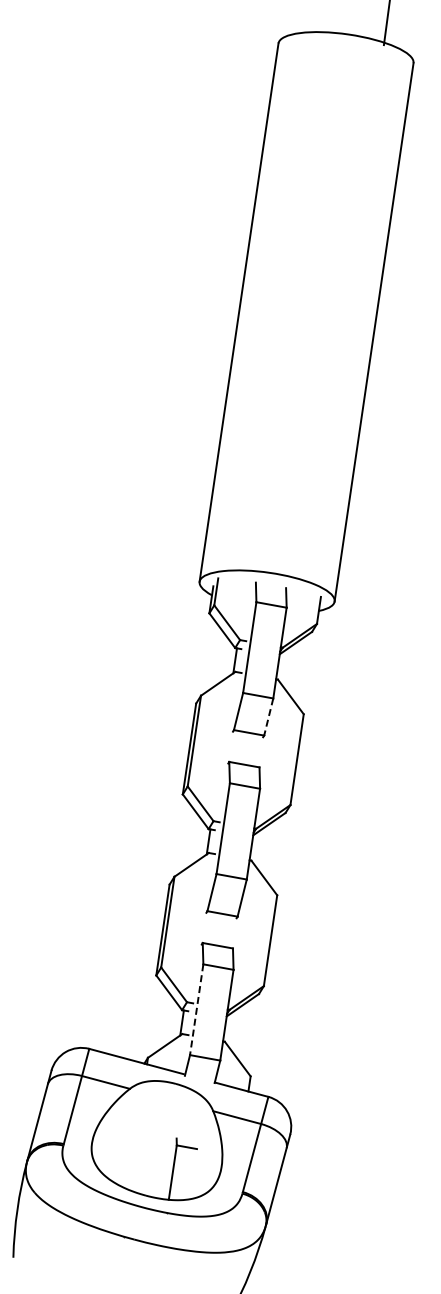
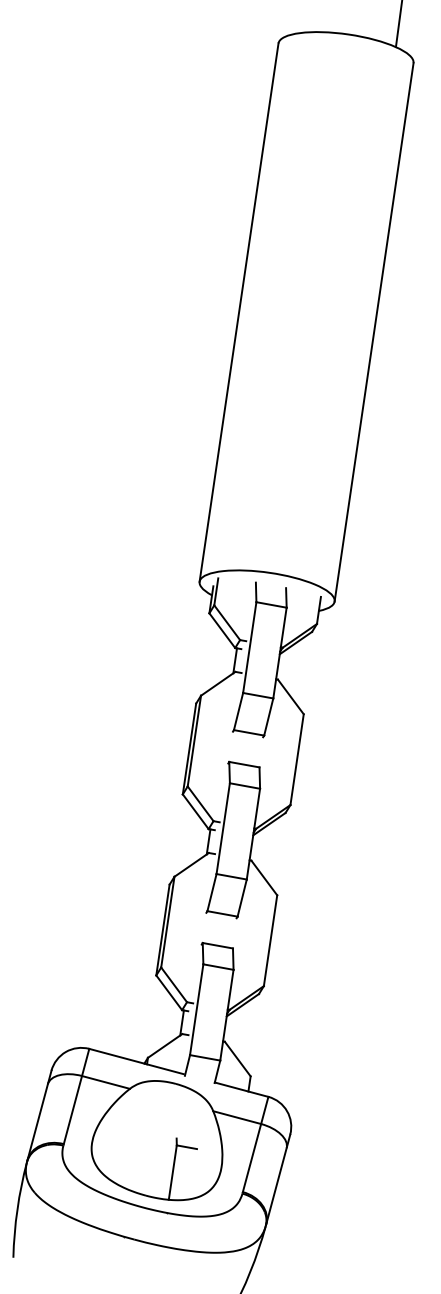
line at (386, 23) position: (386, 23) -> (398, 24)
line at (268, 717): dashed -> solid
line at (196, 1009): dashed -> solid
